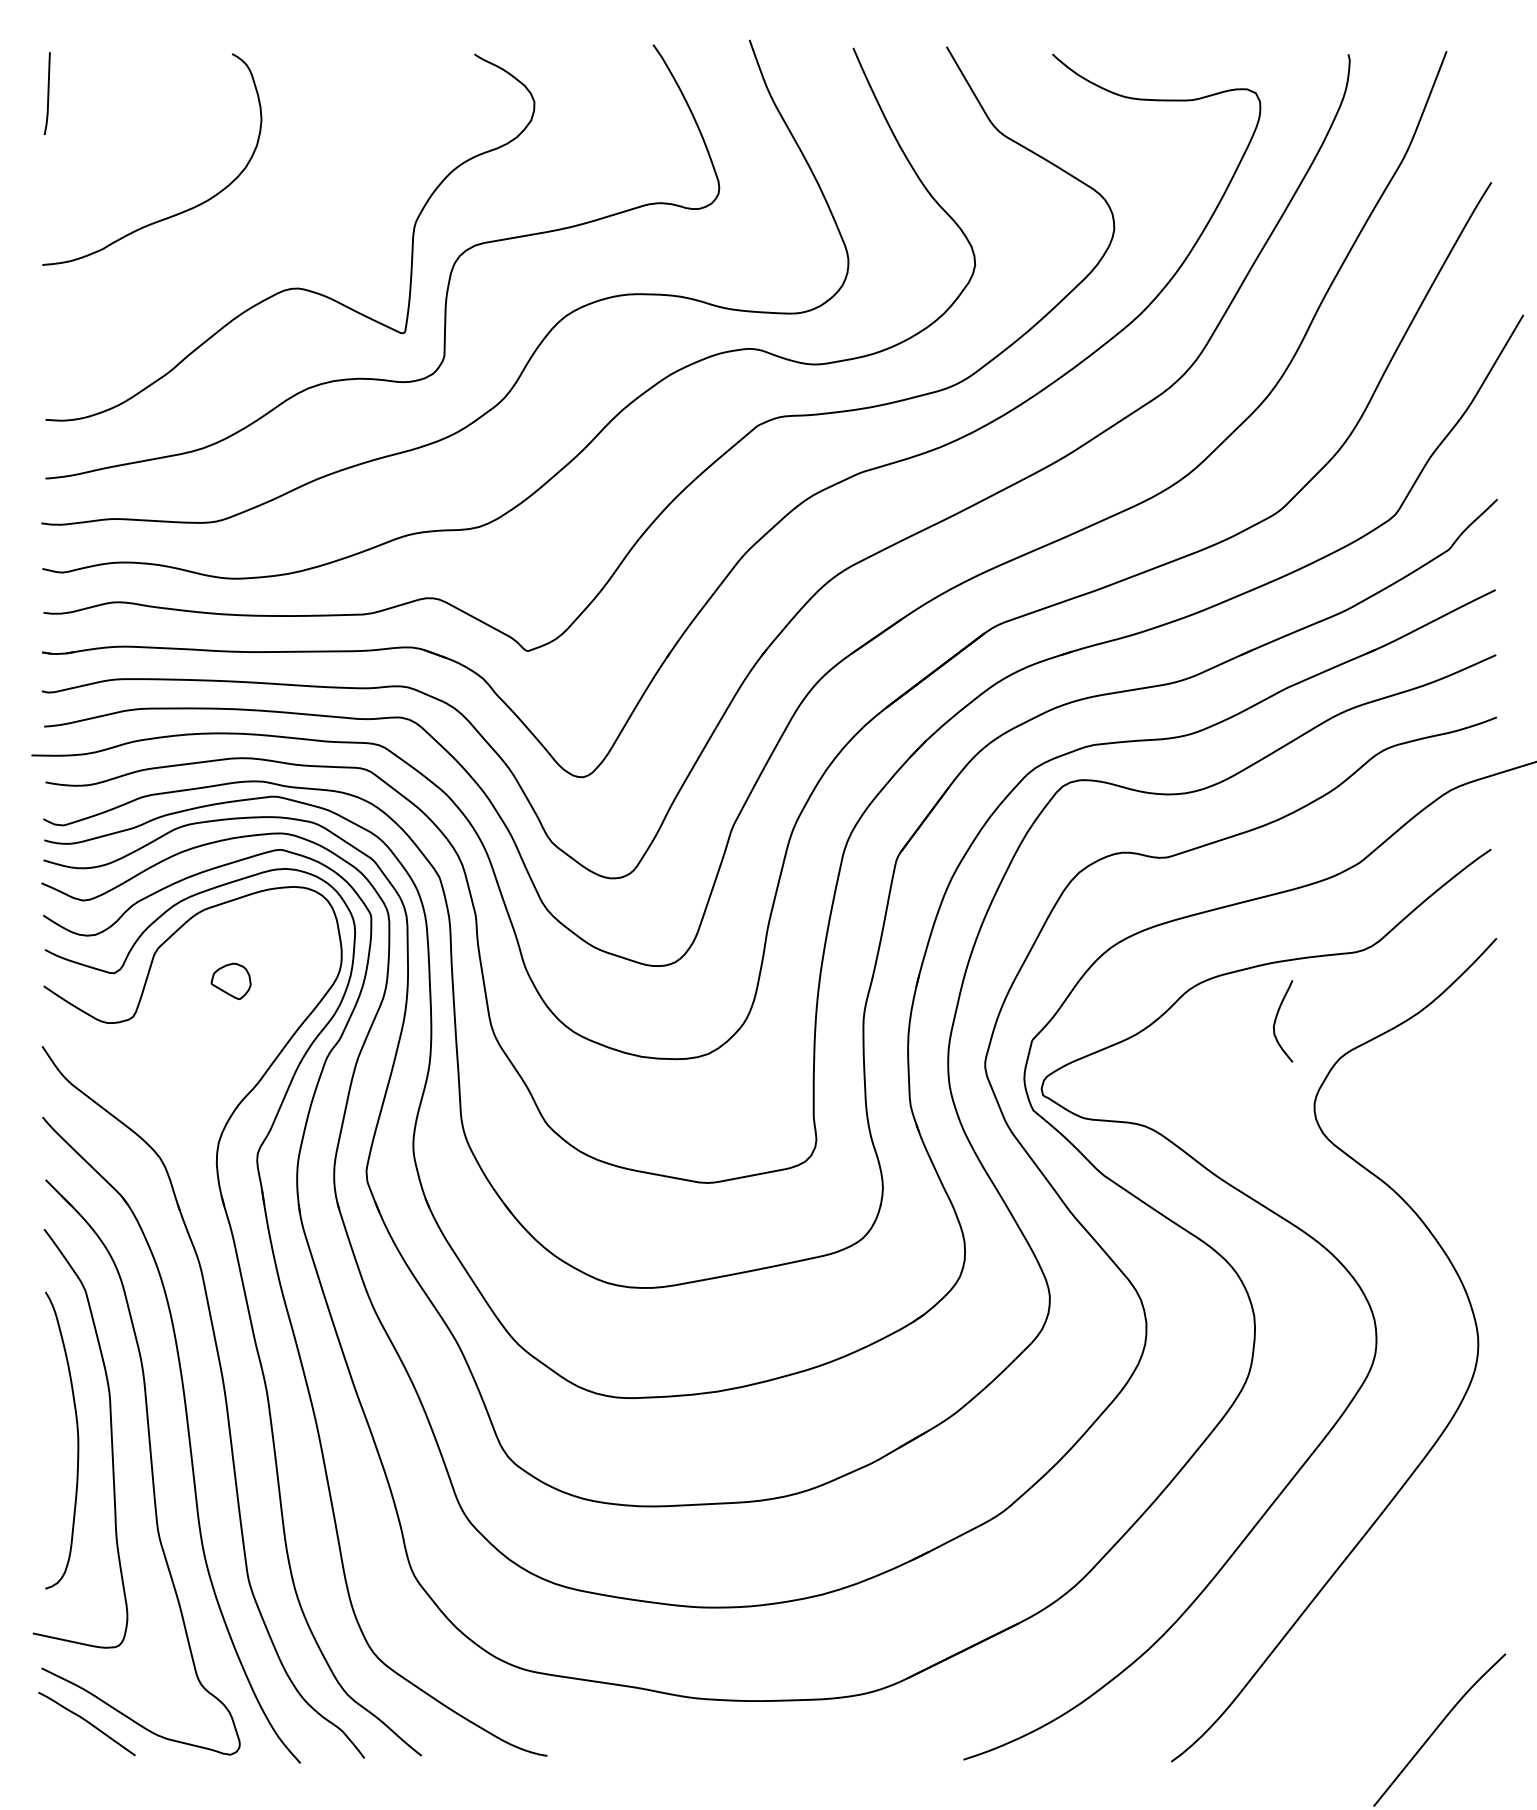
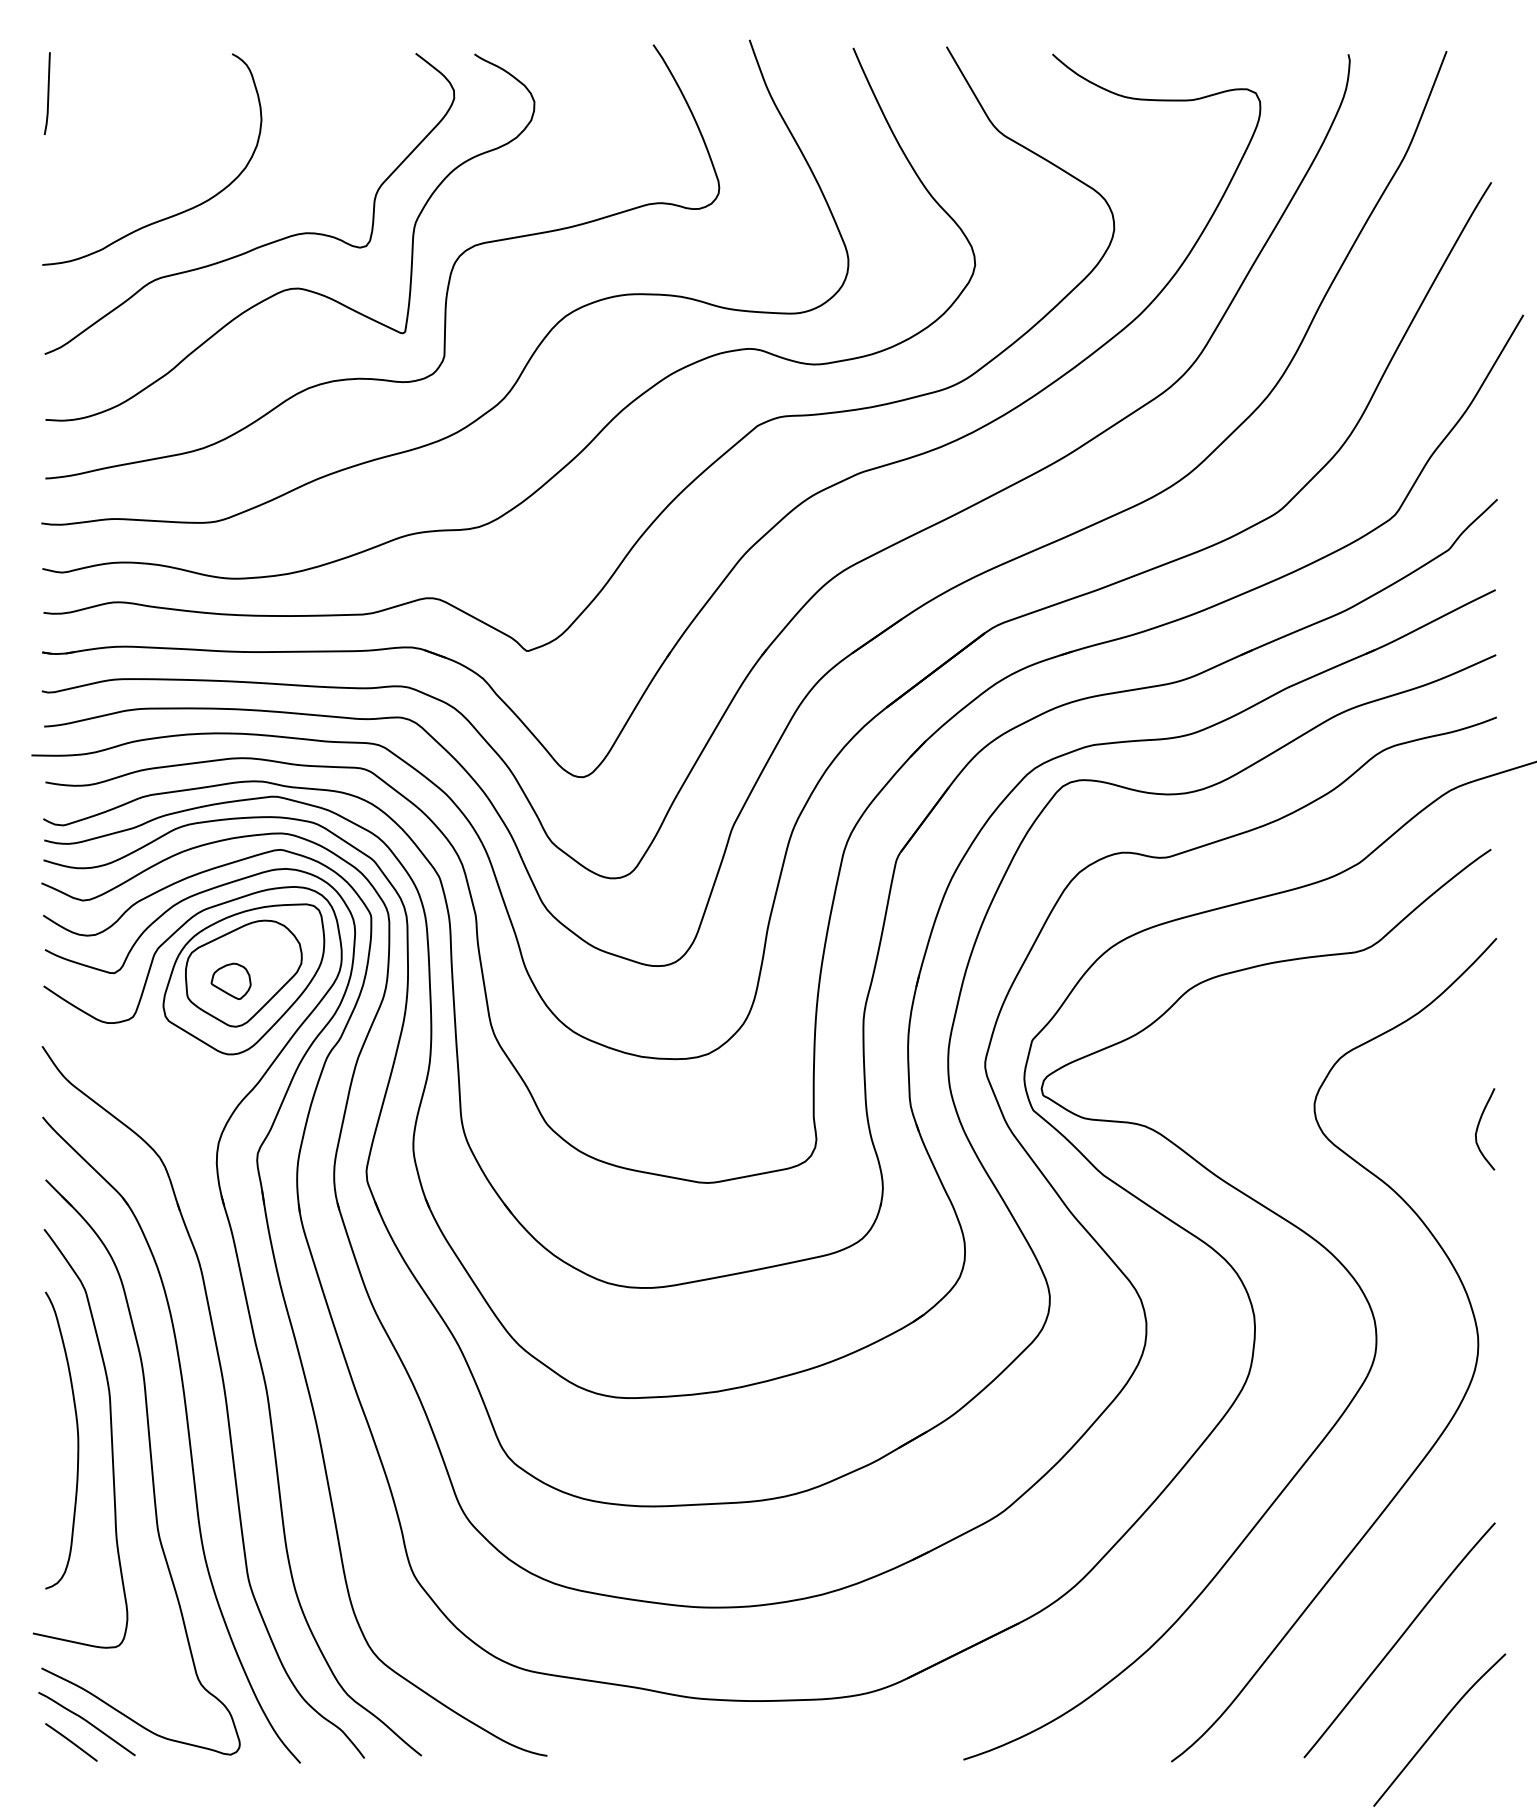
curve at (263, 244): none -> present
part at (243, 979): none -> present
curve at (1276, 1020) position: (1276, 1020) -> (1478, 1128)
curve at (1399, 1640): none -> present
line at (71, 1742): none -> present
